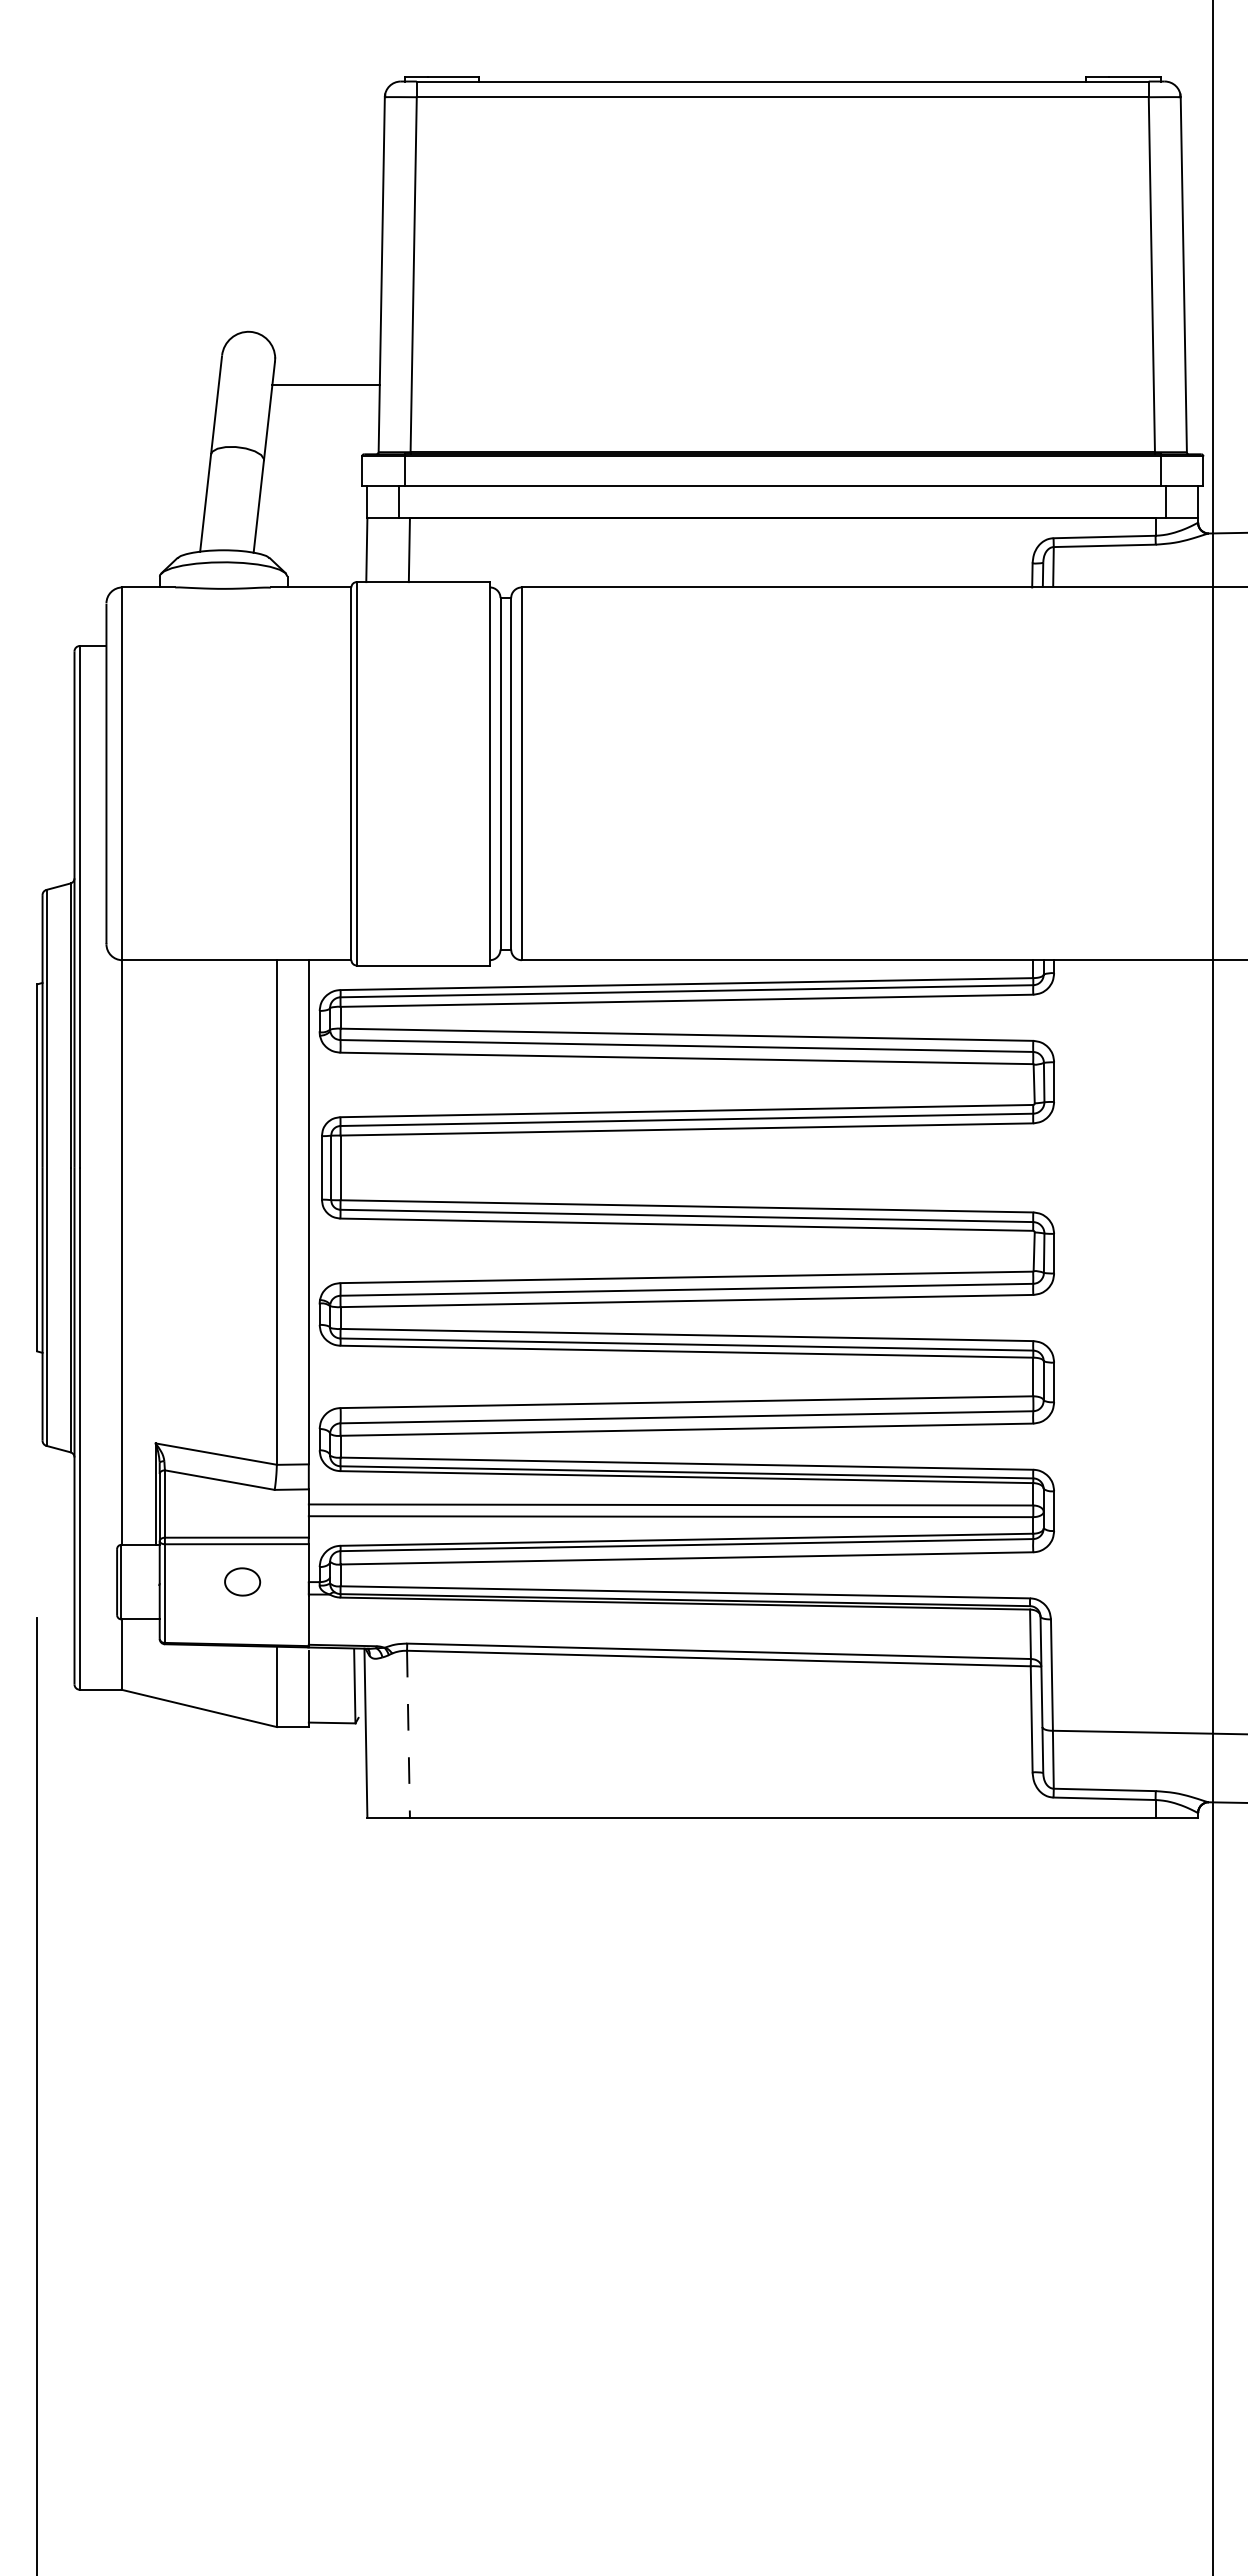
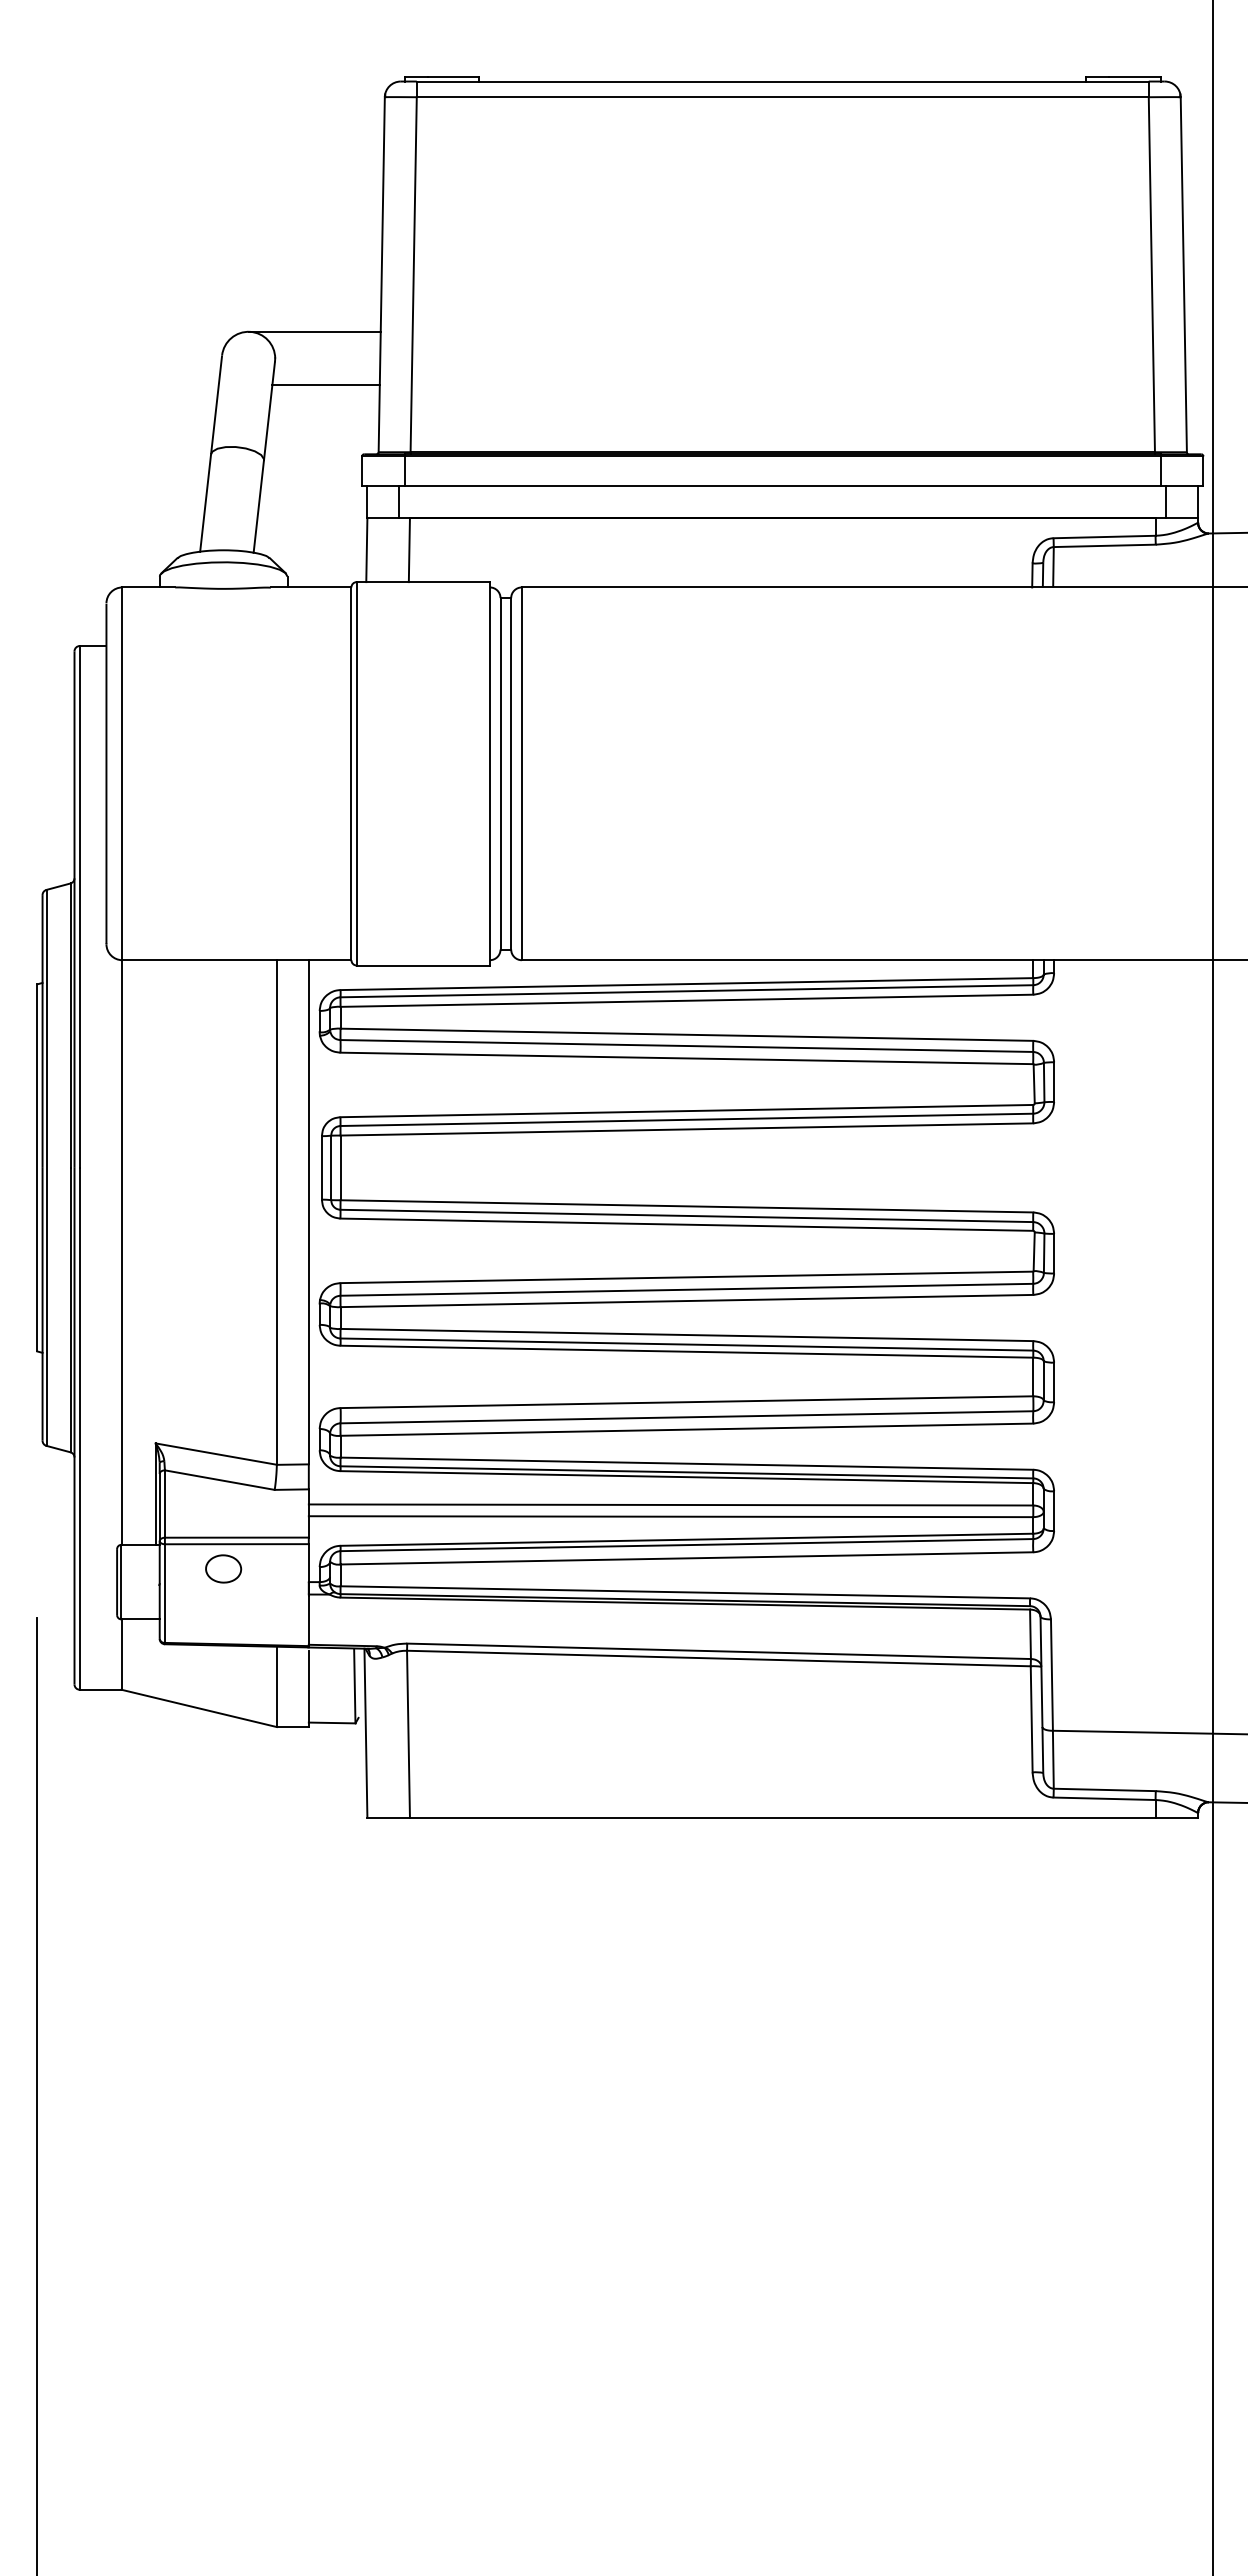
line at (314, 331): none -> present
part at (242, 1581) position: (242, 1581) -> (223, 1568)
line at (408, 1734): dashed -> solid
